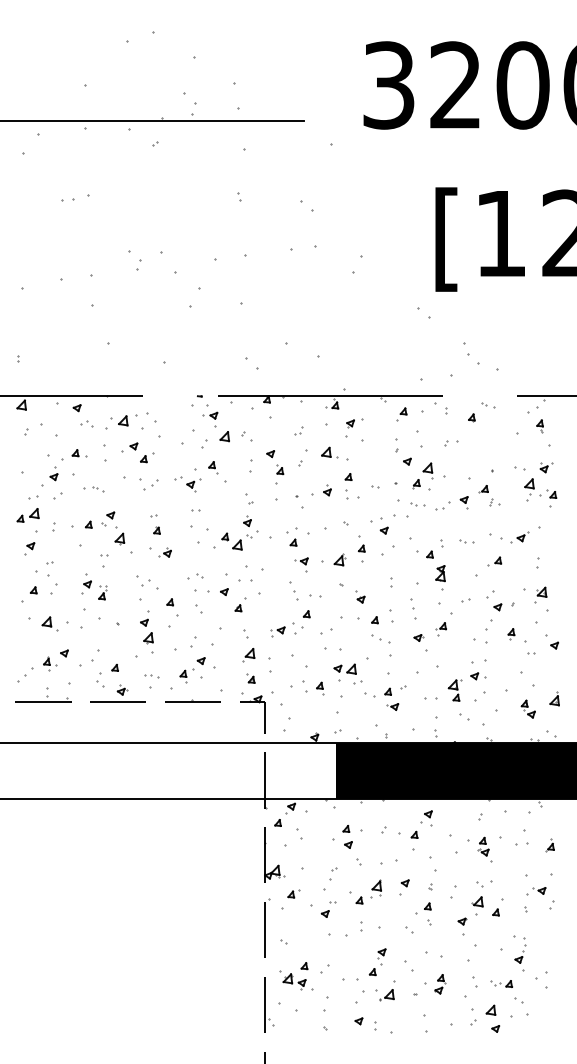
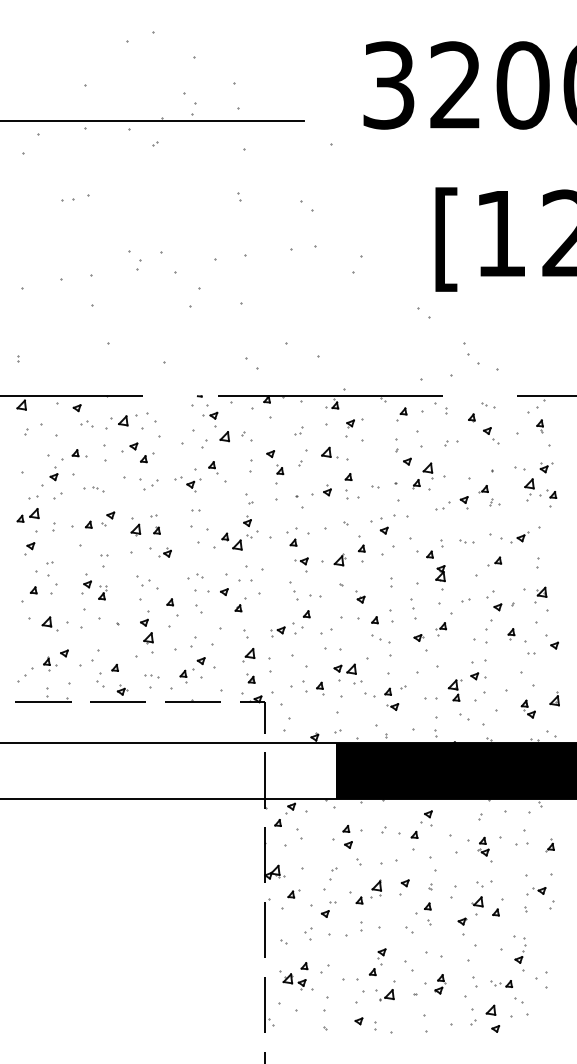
part at (491, 435): none -> present
part at (417, 504): present -> none
part at (119, 535) position: (119, 535) -> (135, 526)
part at (308, 933): none -> present
